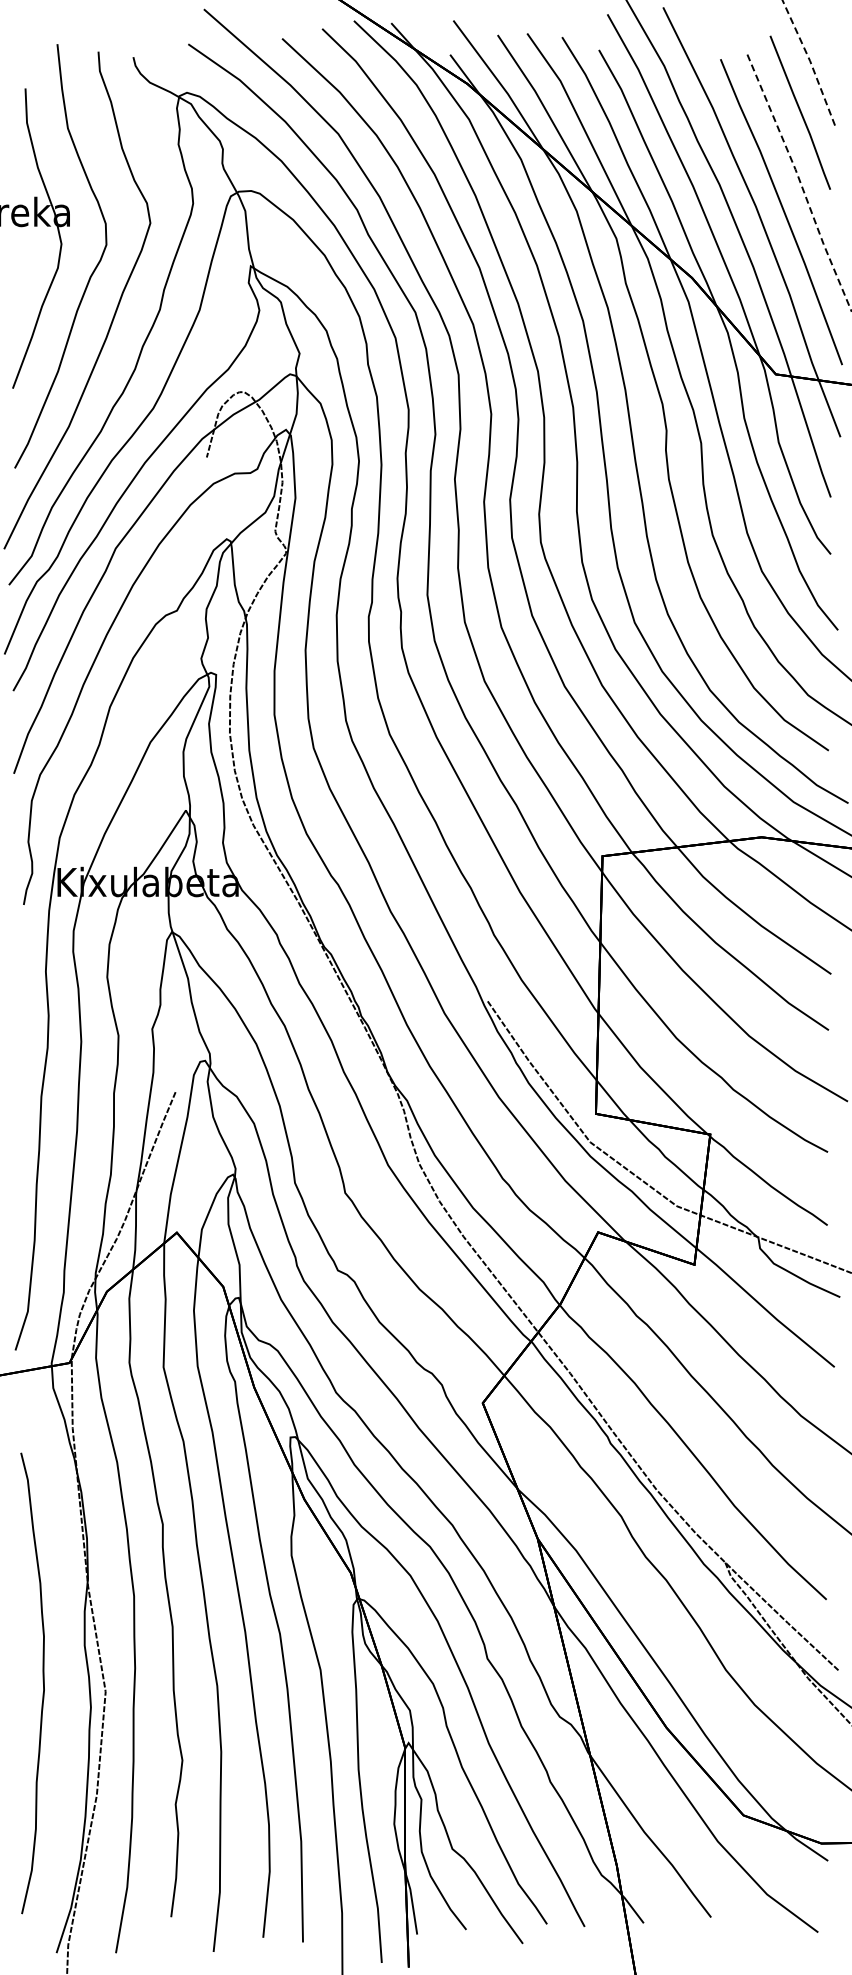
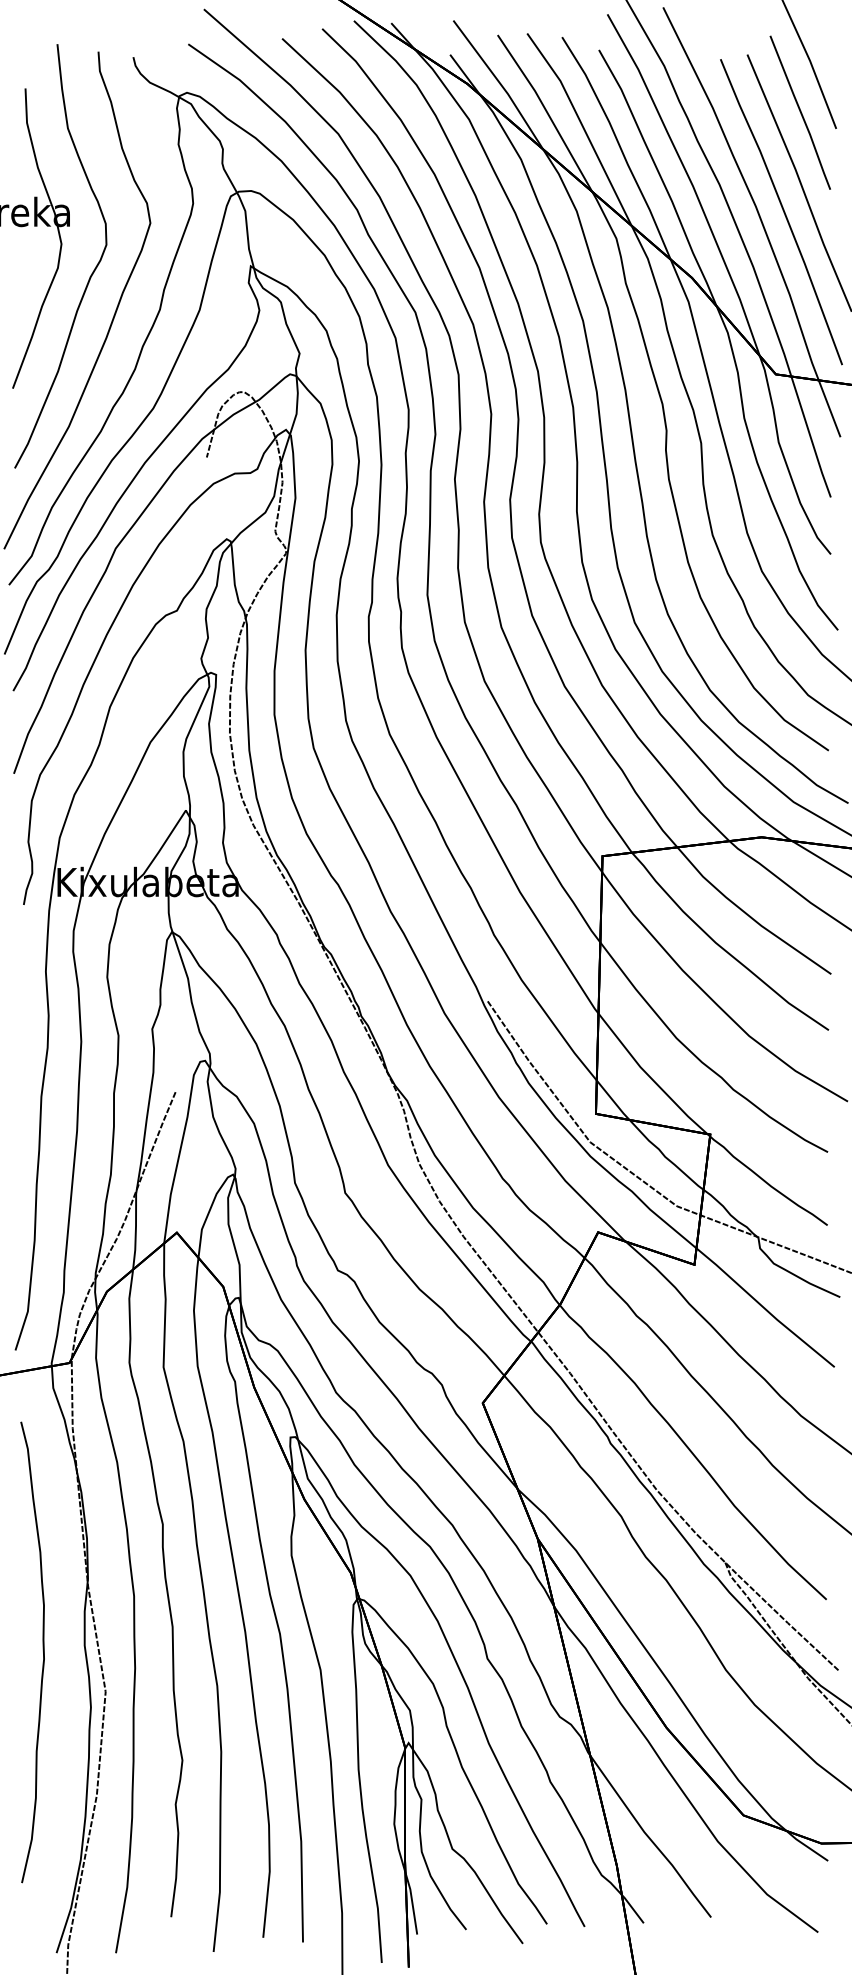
line at (811, 63): dashed -> solid
line at (800, 183): dashed -> solid
curve at (42, 1681) position: (42, 1681) -> (42, 1650)
